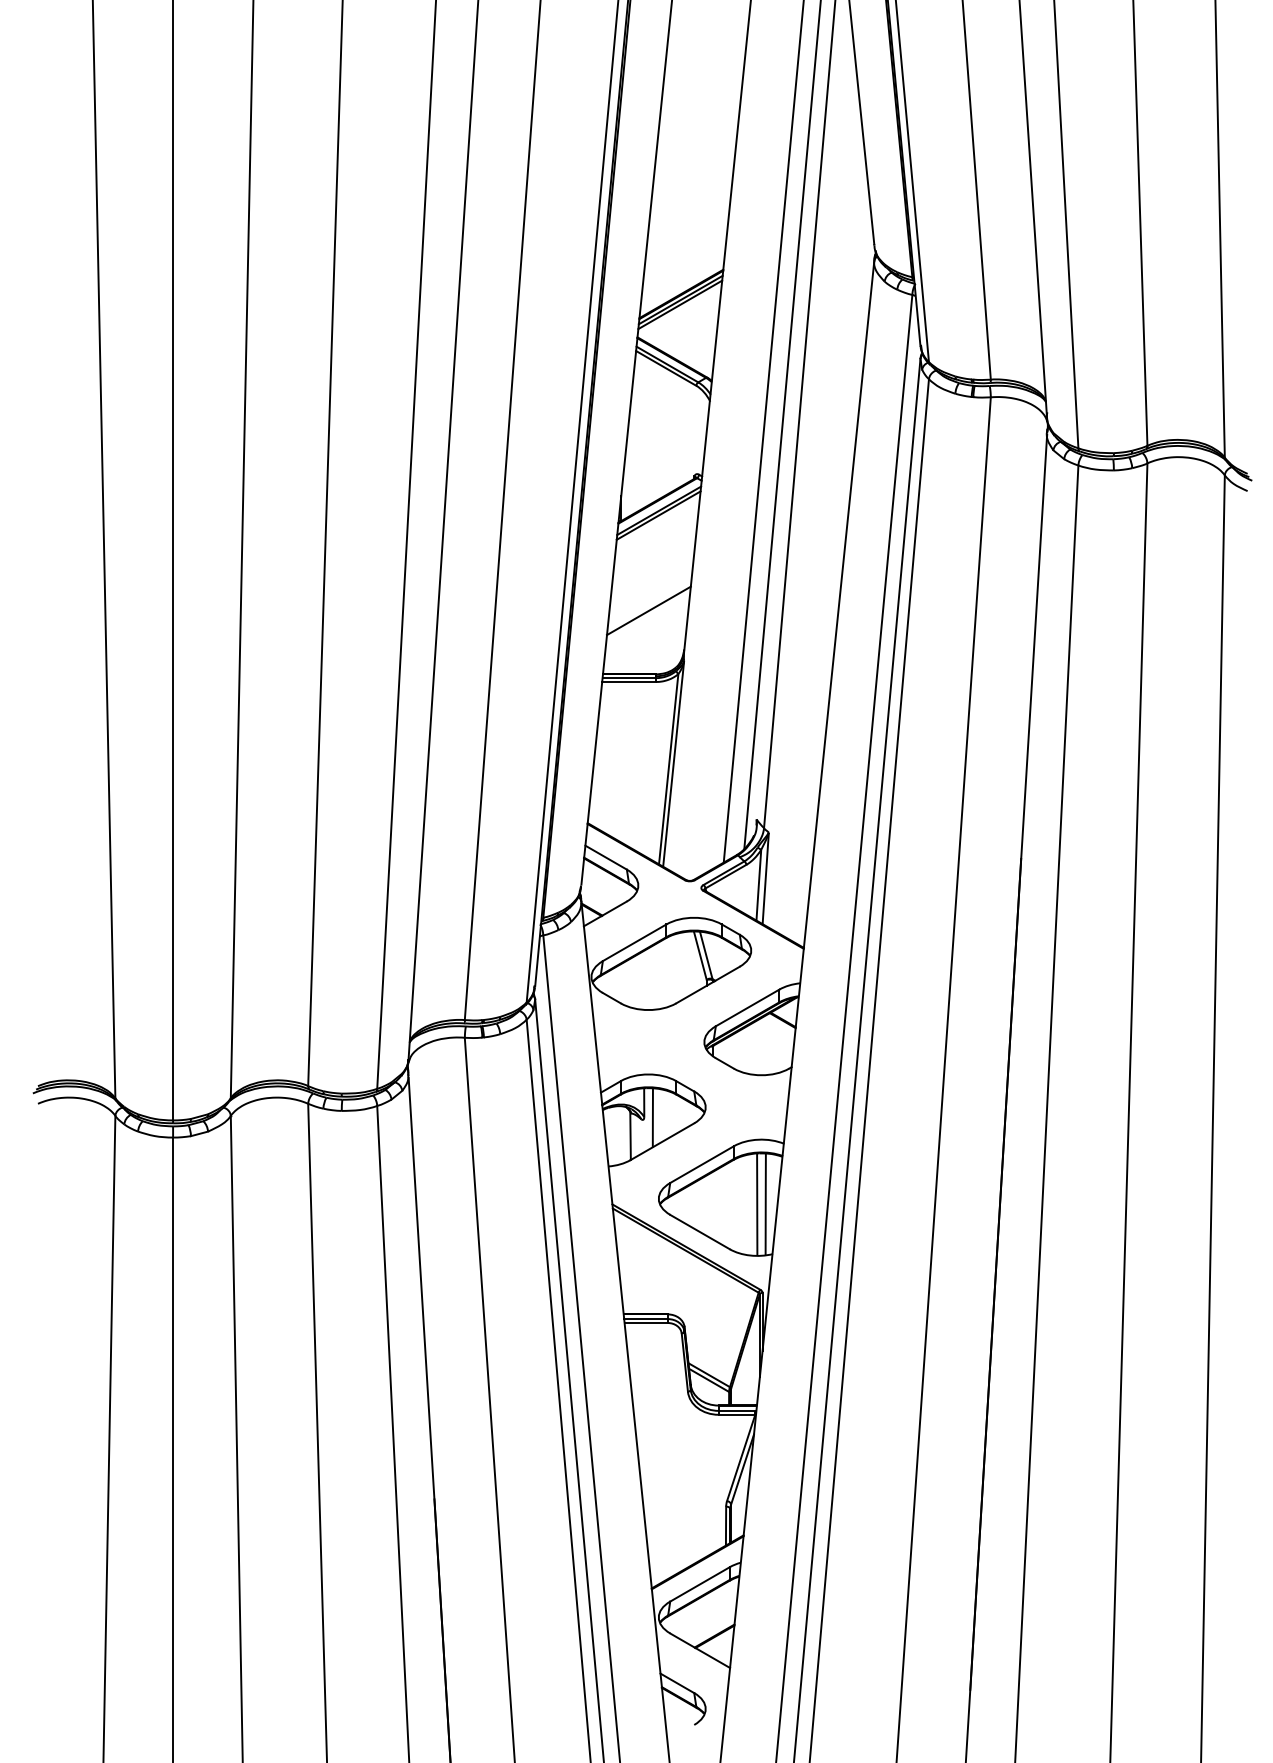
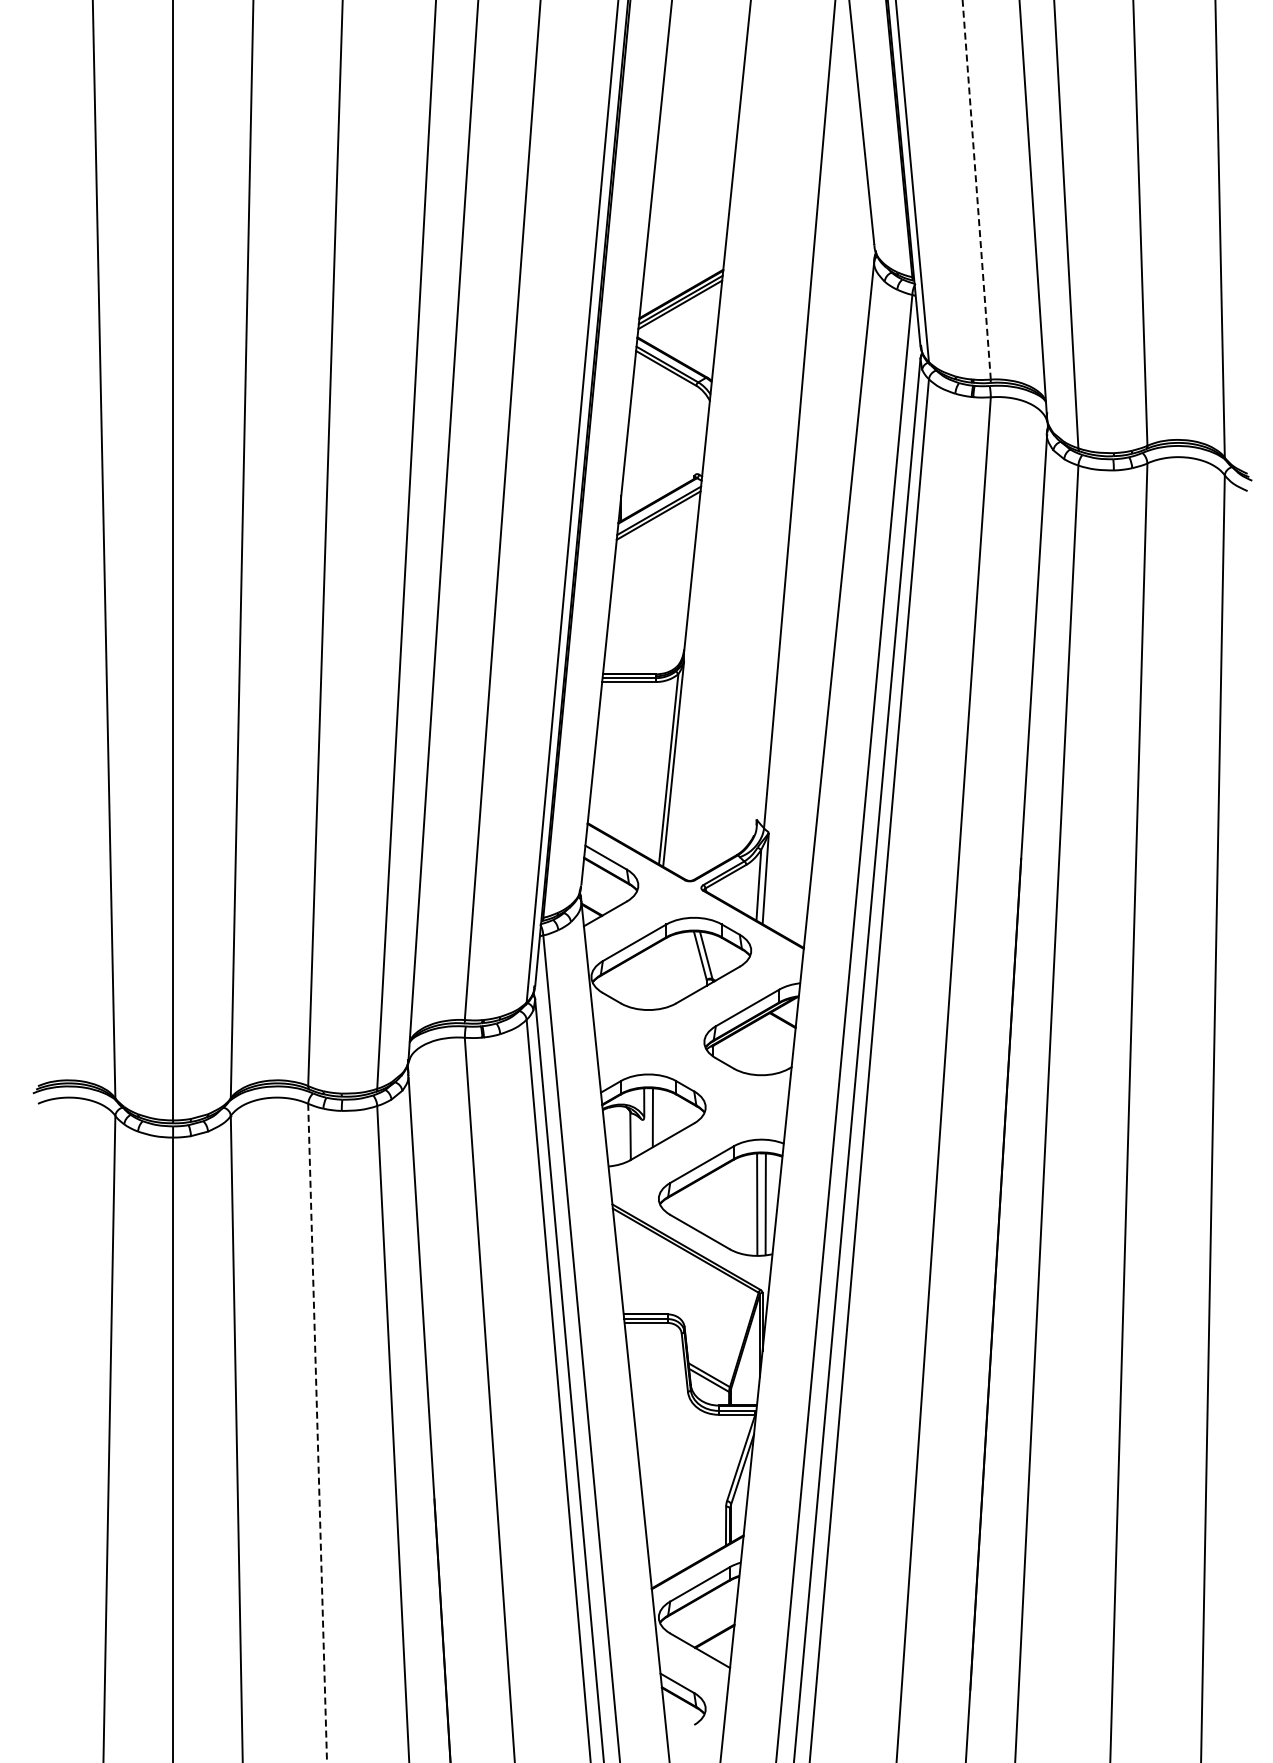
line at (976, 190): solid -> dashed
line at (782, 425): present -> none
line at (763, 432): present -> none
line at (648, 610): present -> none
line at (317, 1433): solid -> dashed
